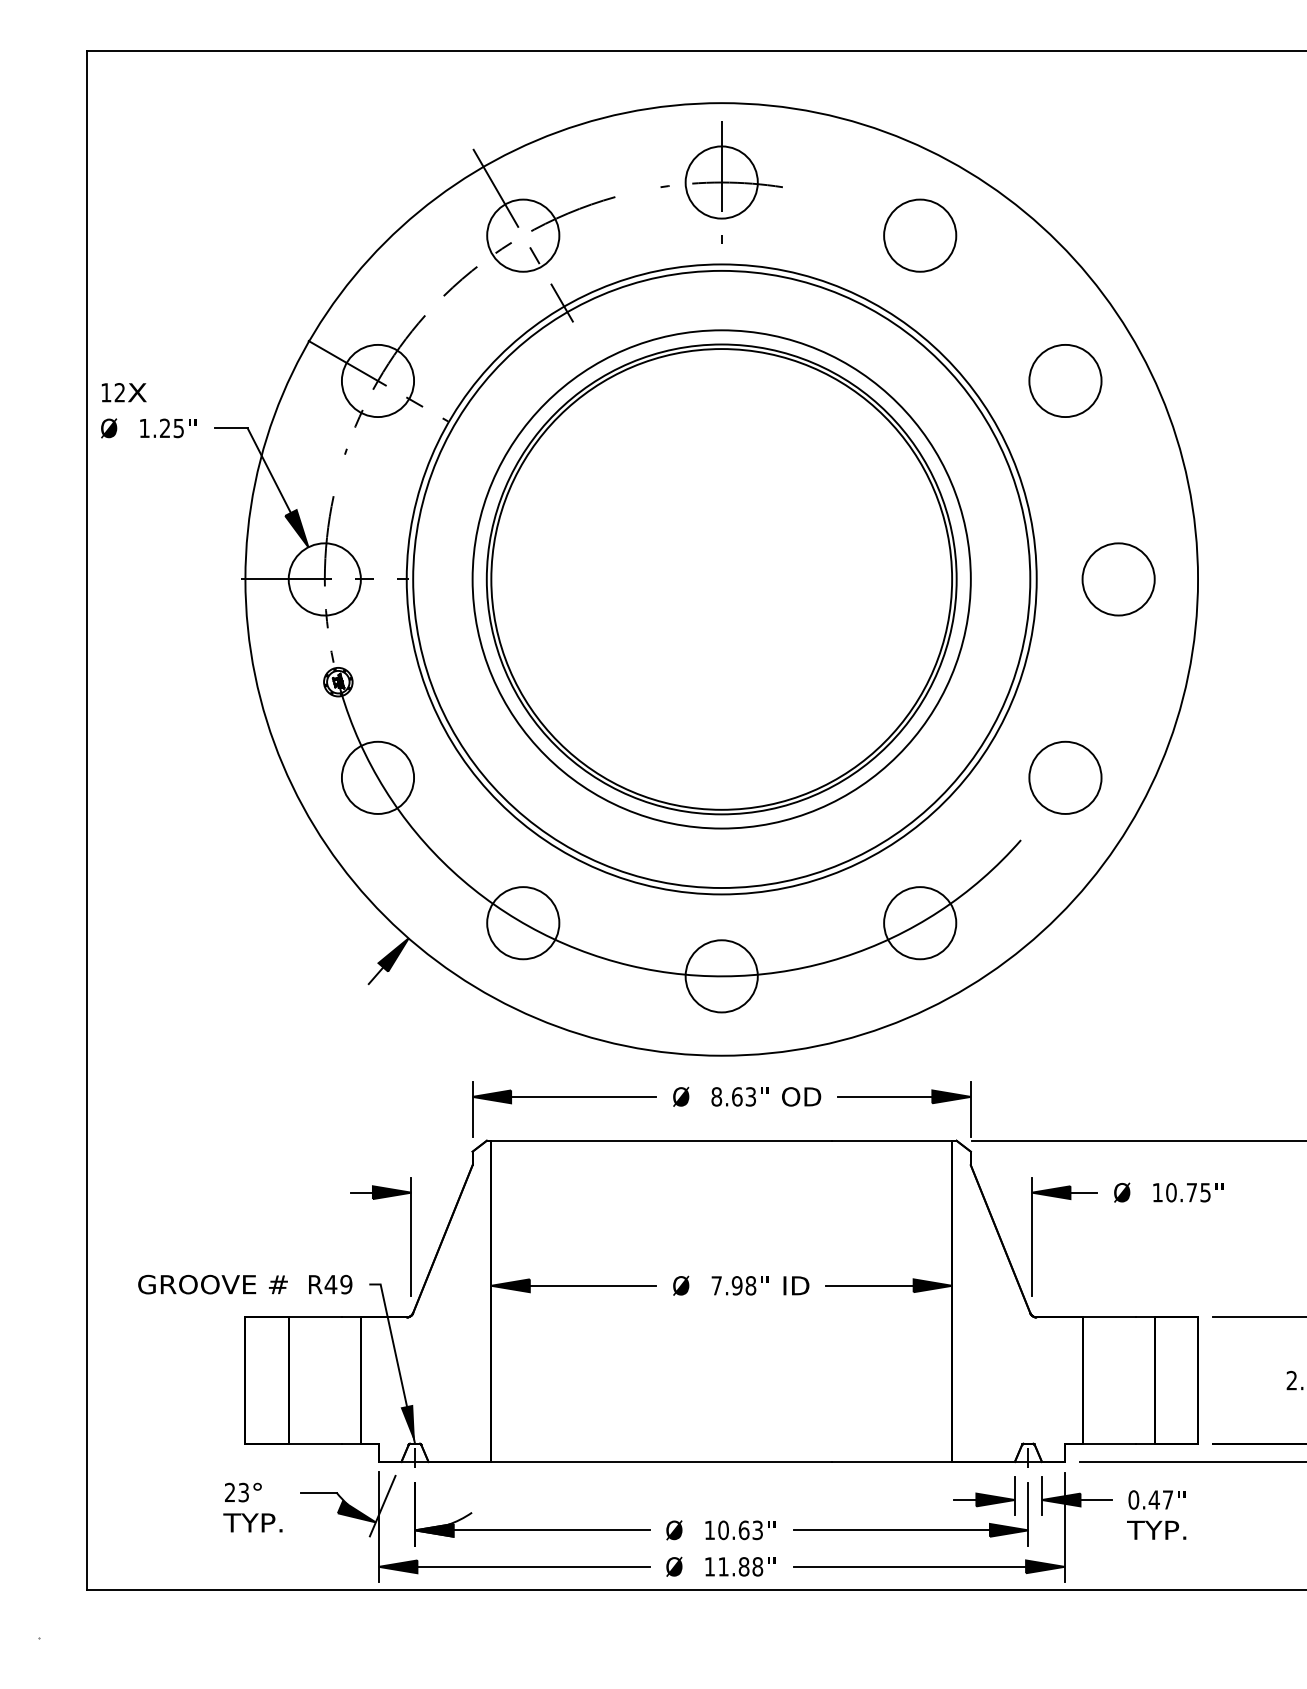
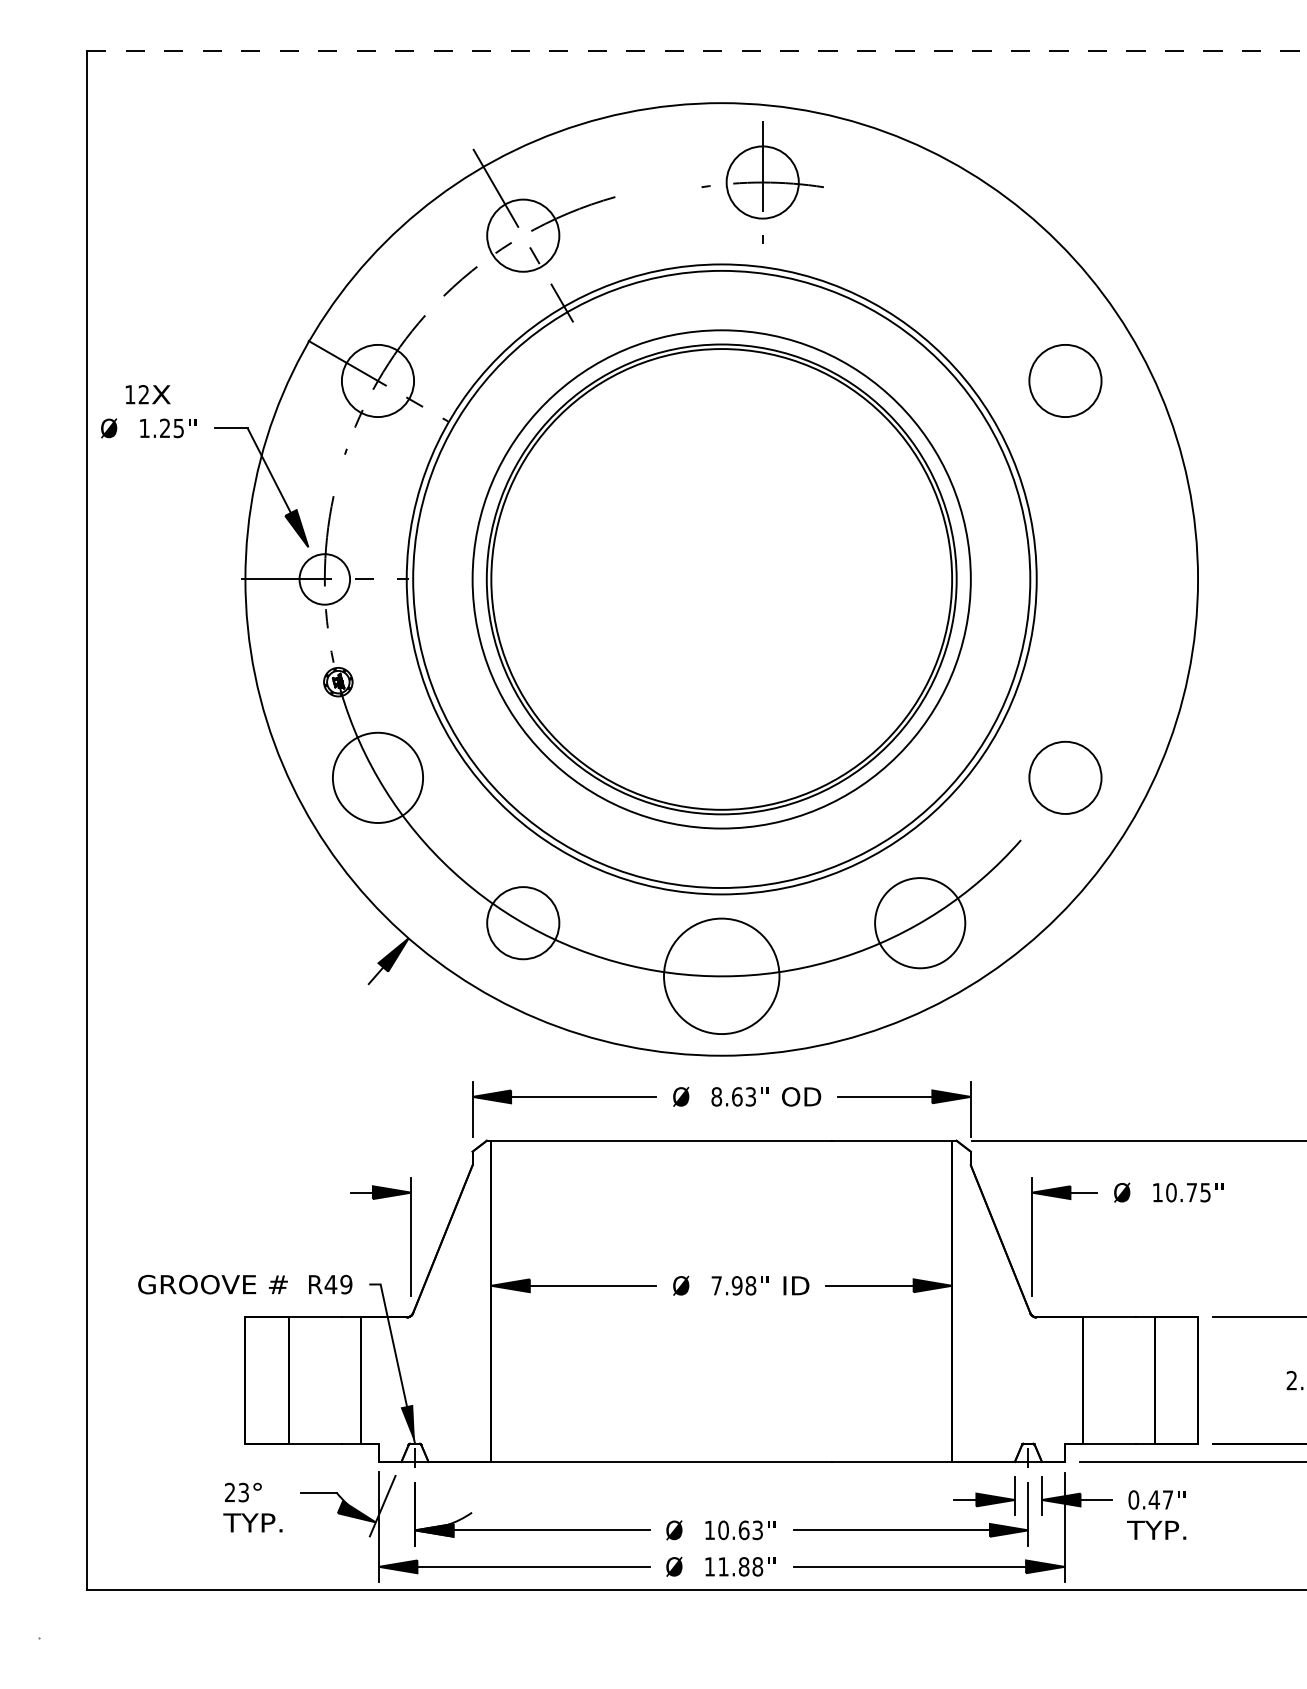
line at (697, 50): solid -> dashed
part at (721, 182) position: (721, 182) -> (762, 182)
circle at (920, 235): present -> none
text at (123, 392) position: (123, 392) -> (147, 394)
circle at (324, 579) diameter: 72 px -> 51 px
circle at (1118, 579): present -> none
circle at (377, 777) diameter: 72 px -> 90 px
circle at (920, 923) diameter: 72 px -> 90 px
circle at (721, 976) diameter: 72 px -> 115 px
